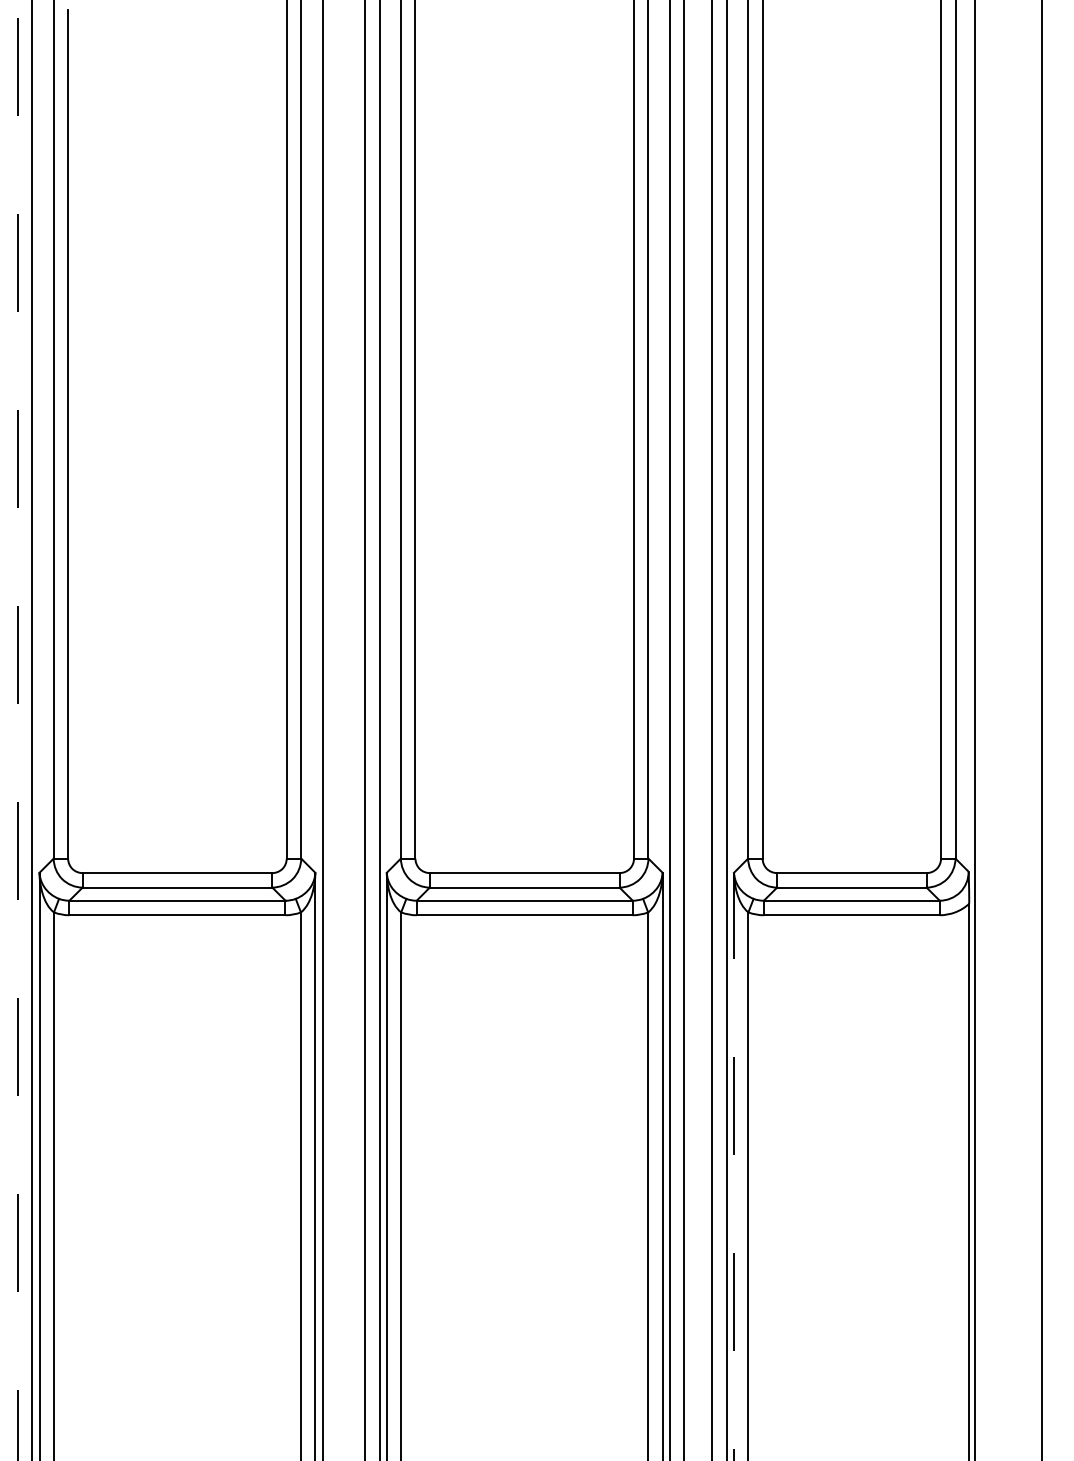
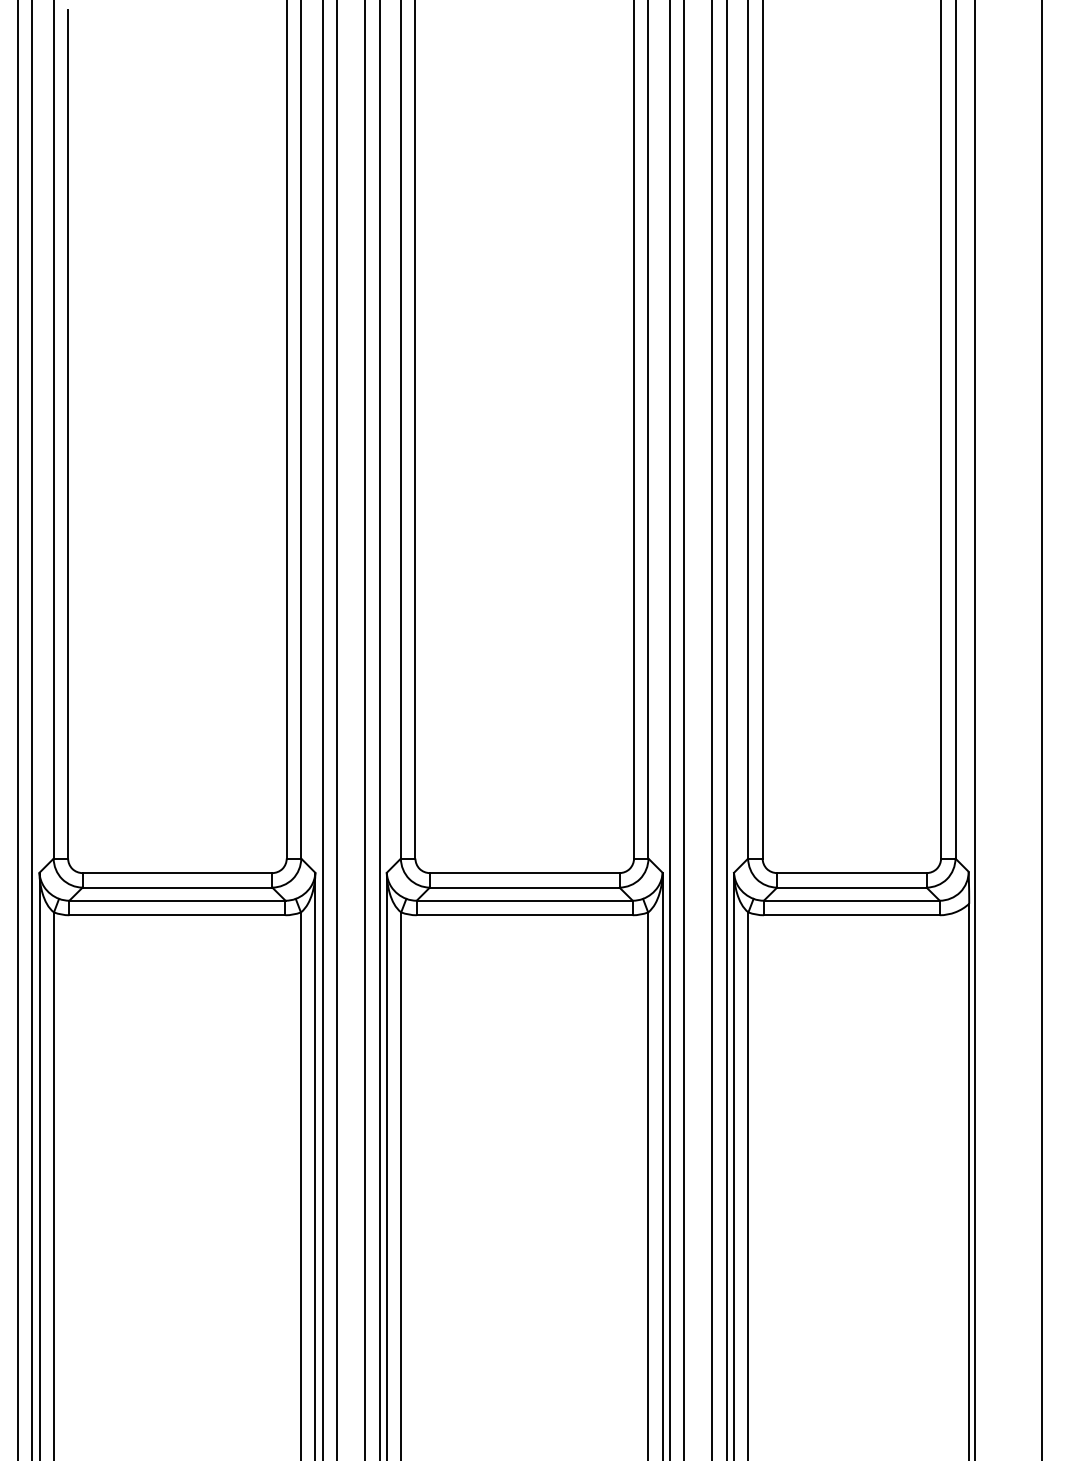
line at (337, 729): none -> present
line at (17, 730): dashed -> solid
line at (734, 1166): dashed -> solid
